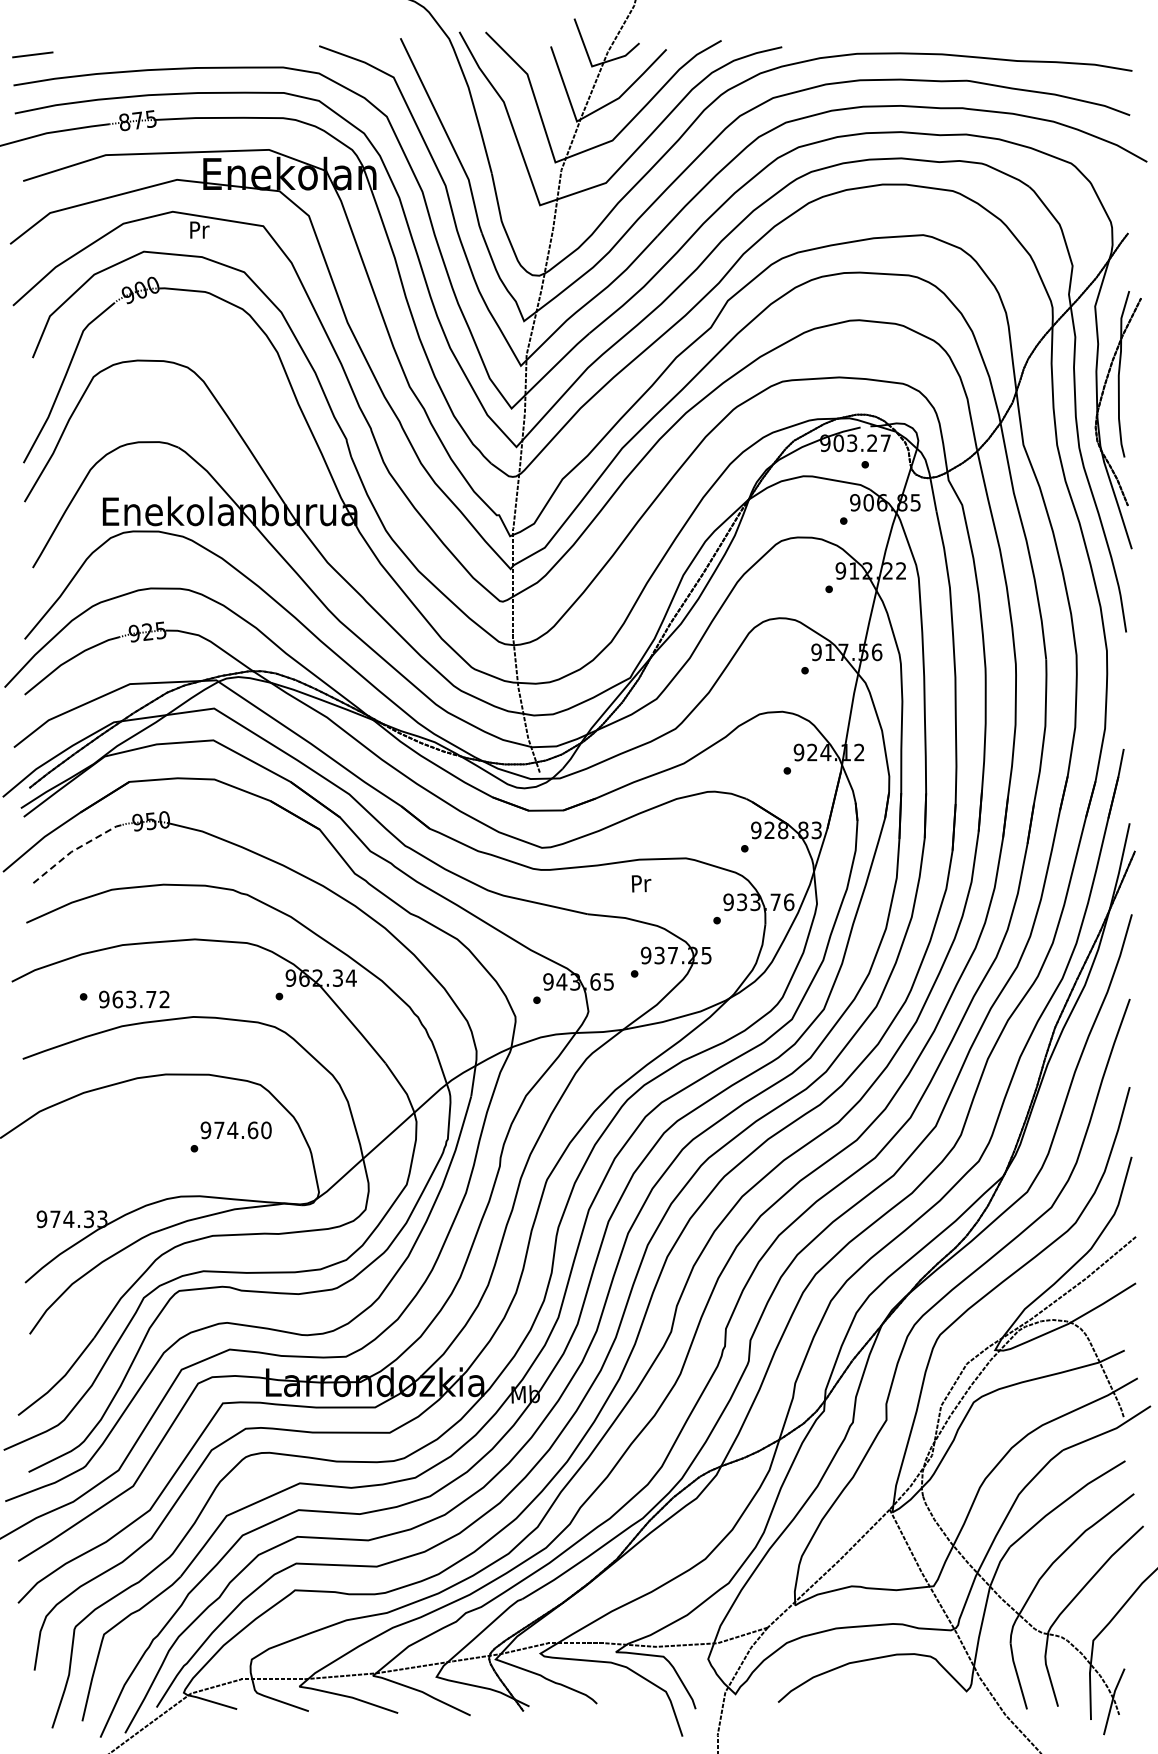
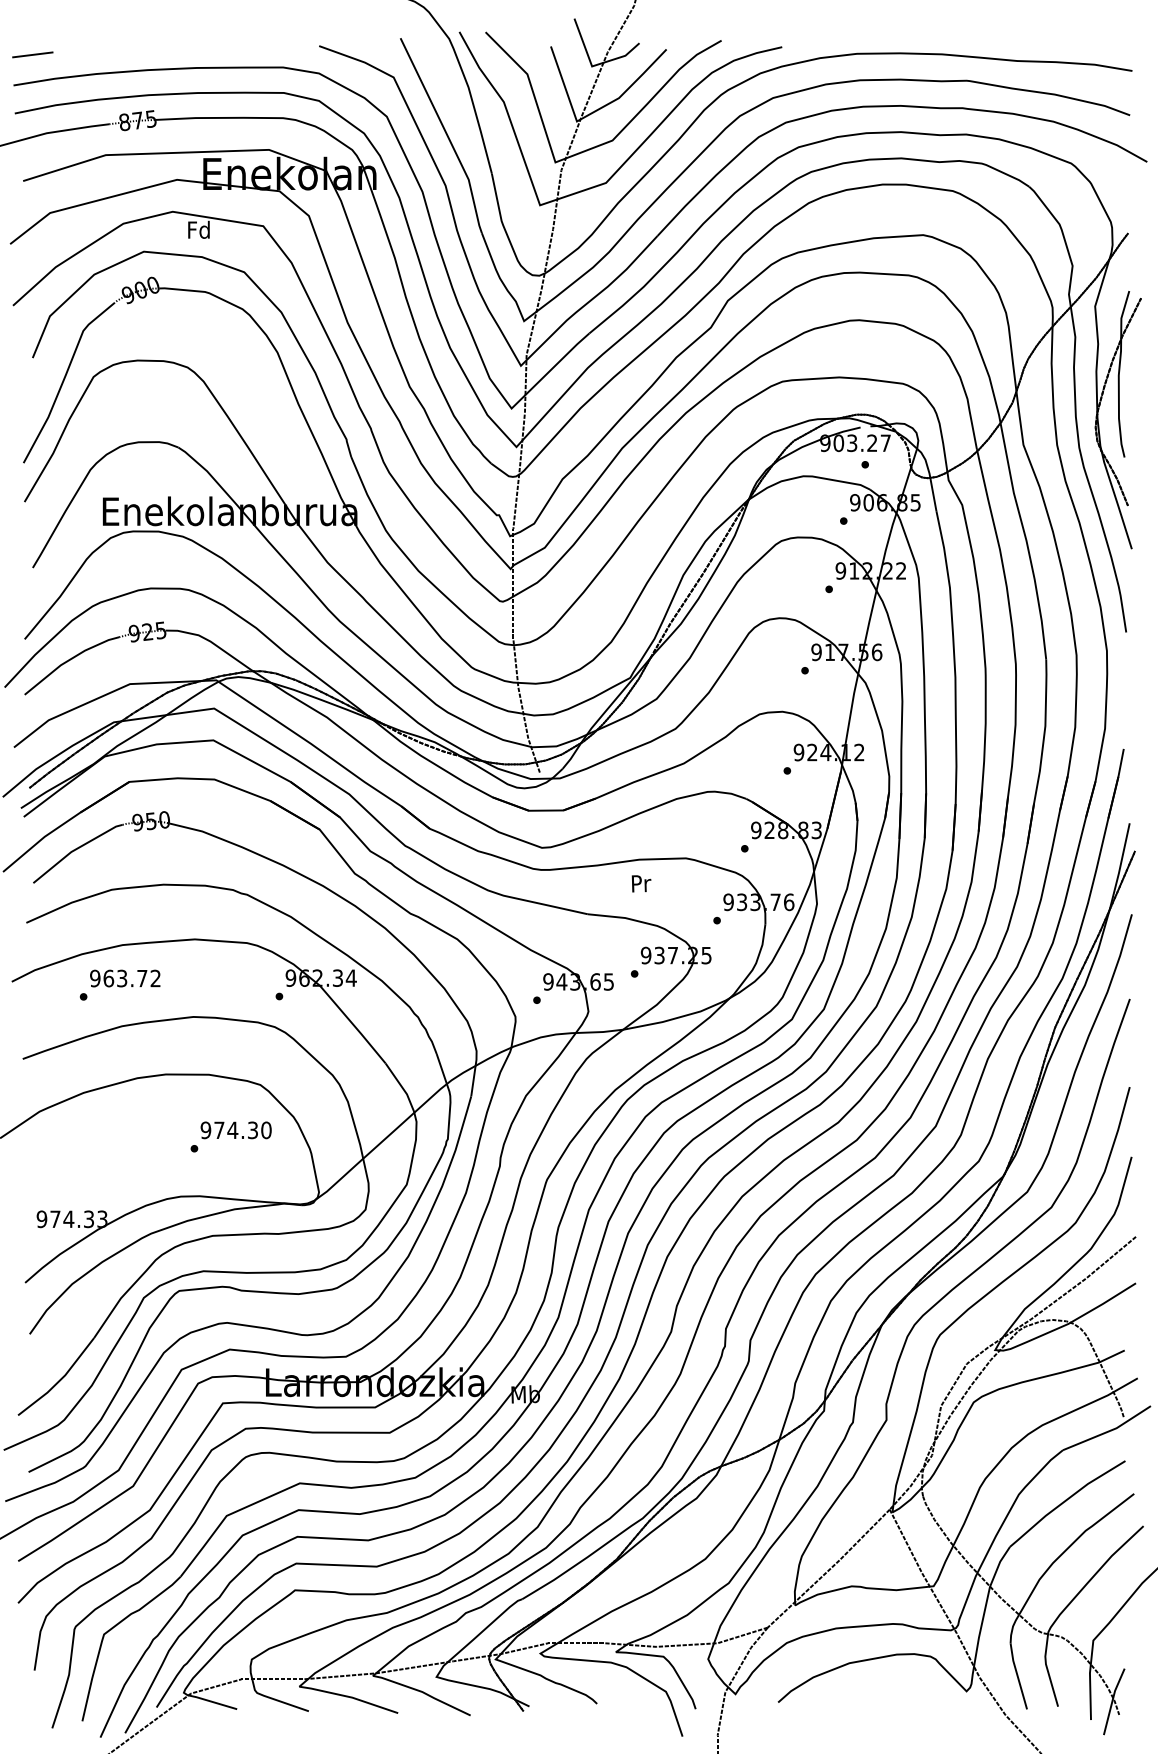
text at (198, 229): Pr -> Fd
line at (75, 849): dashed -> solid
text at (134, 999) position: (134, 999) -> (125, 978)
text at (252, 1130): 974.60 -> 974.30
